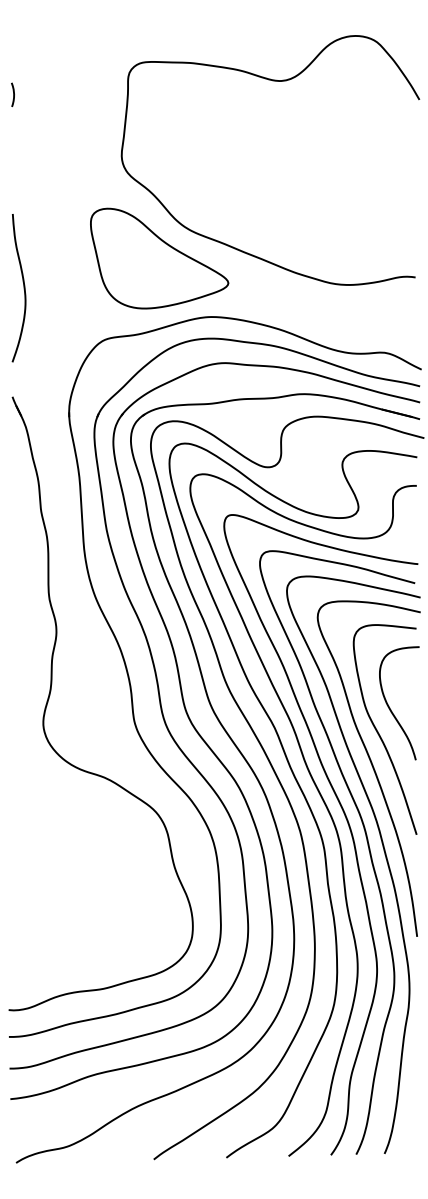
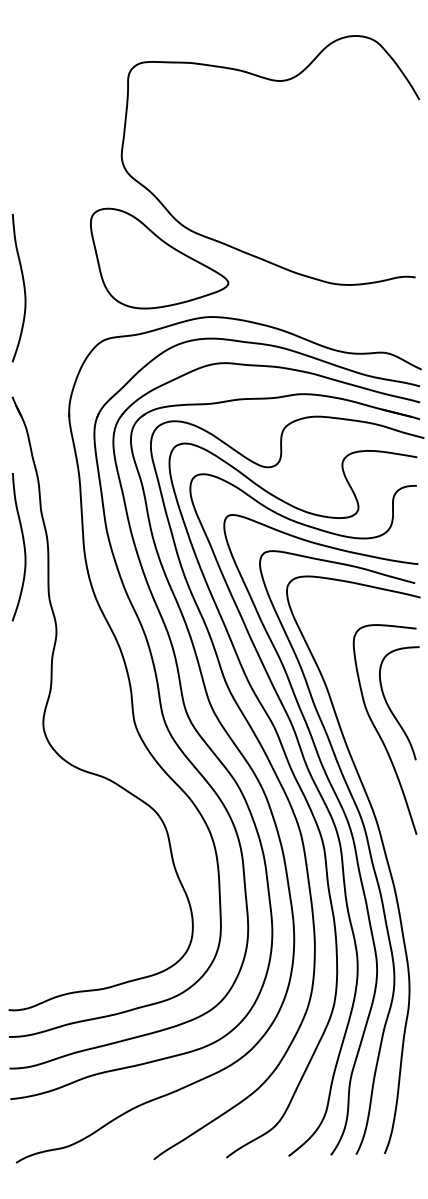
line at (13, 94): present -> none
curve at (23, 547): none -> present
curve at (371, 766): present -> none
